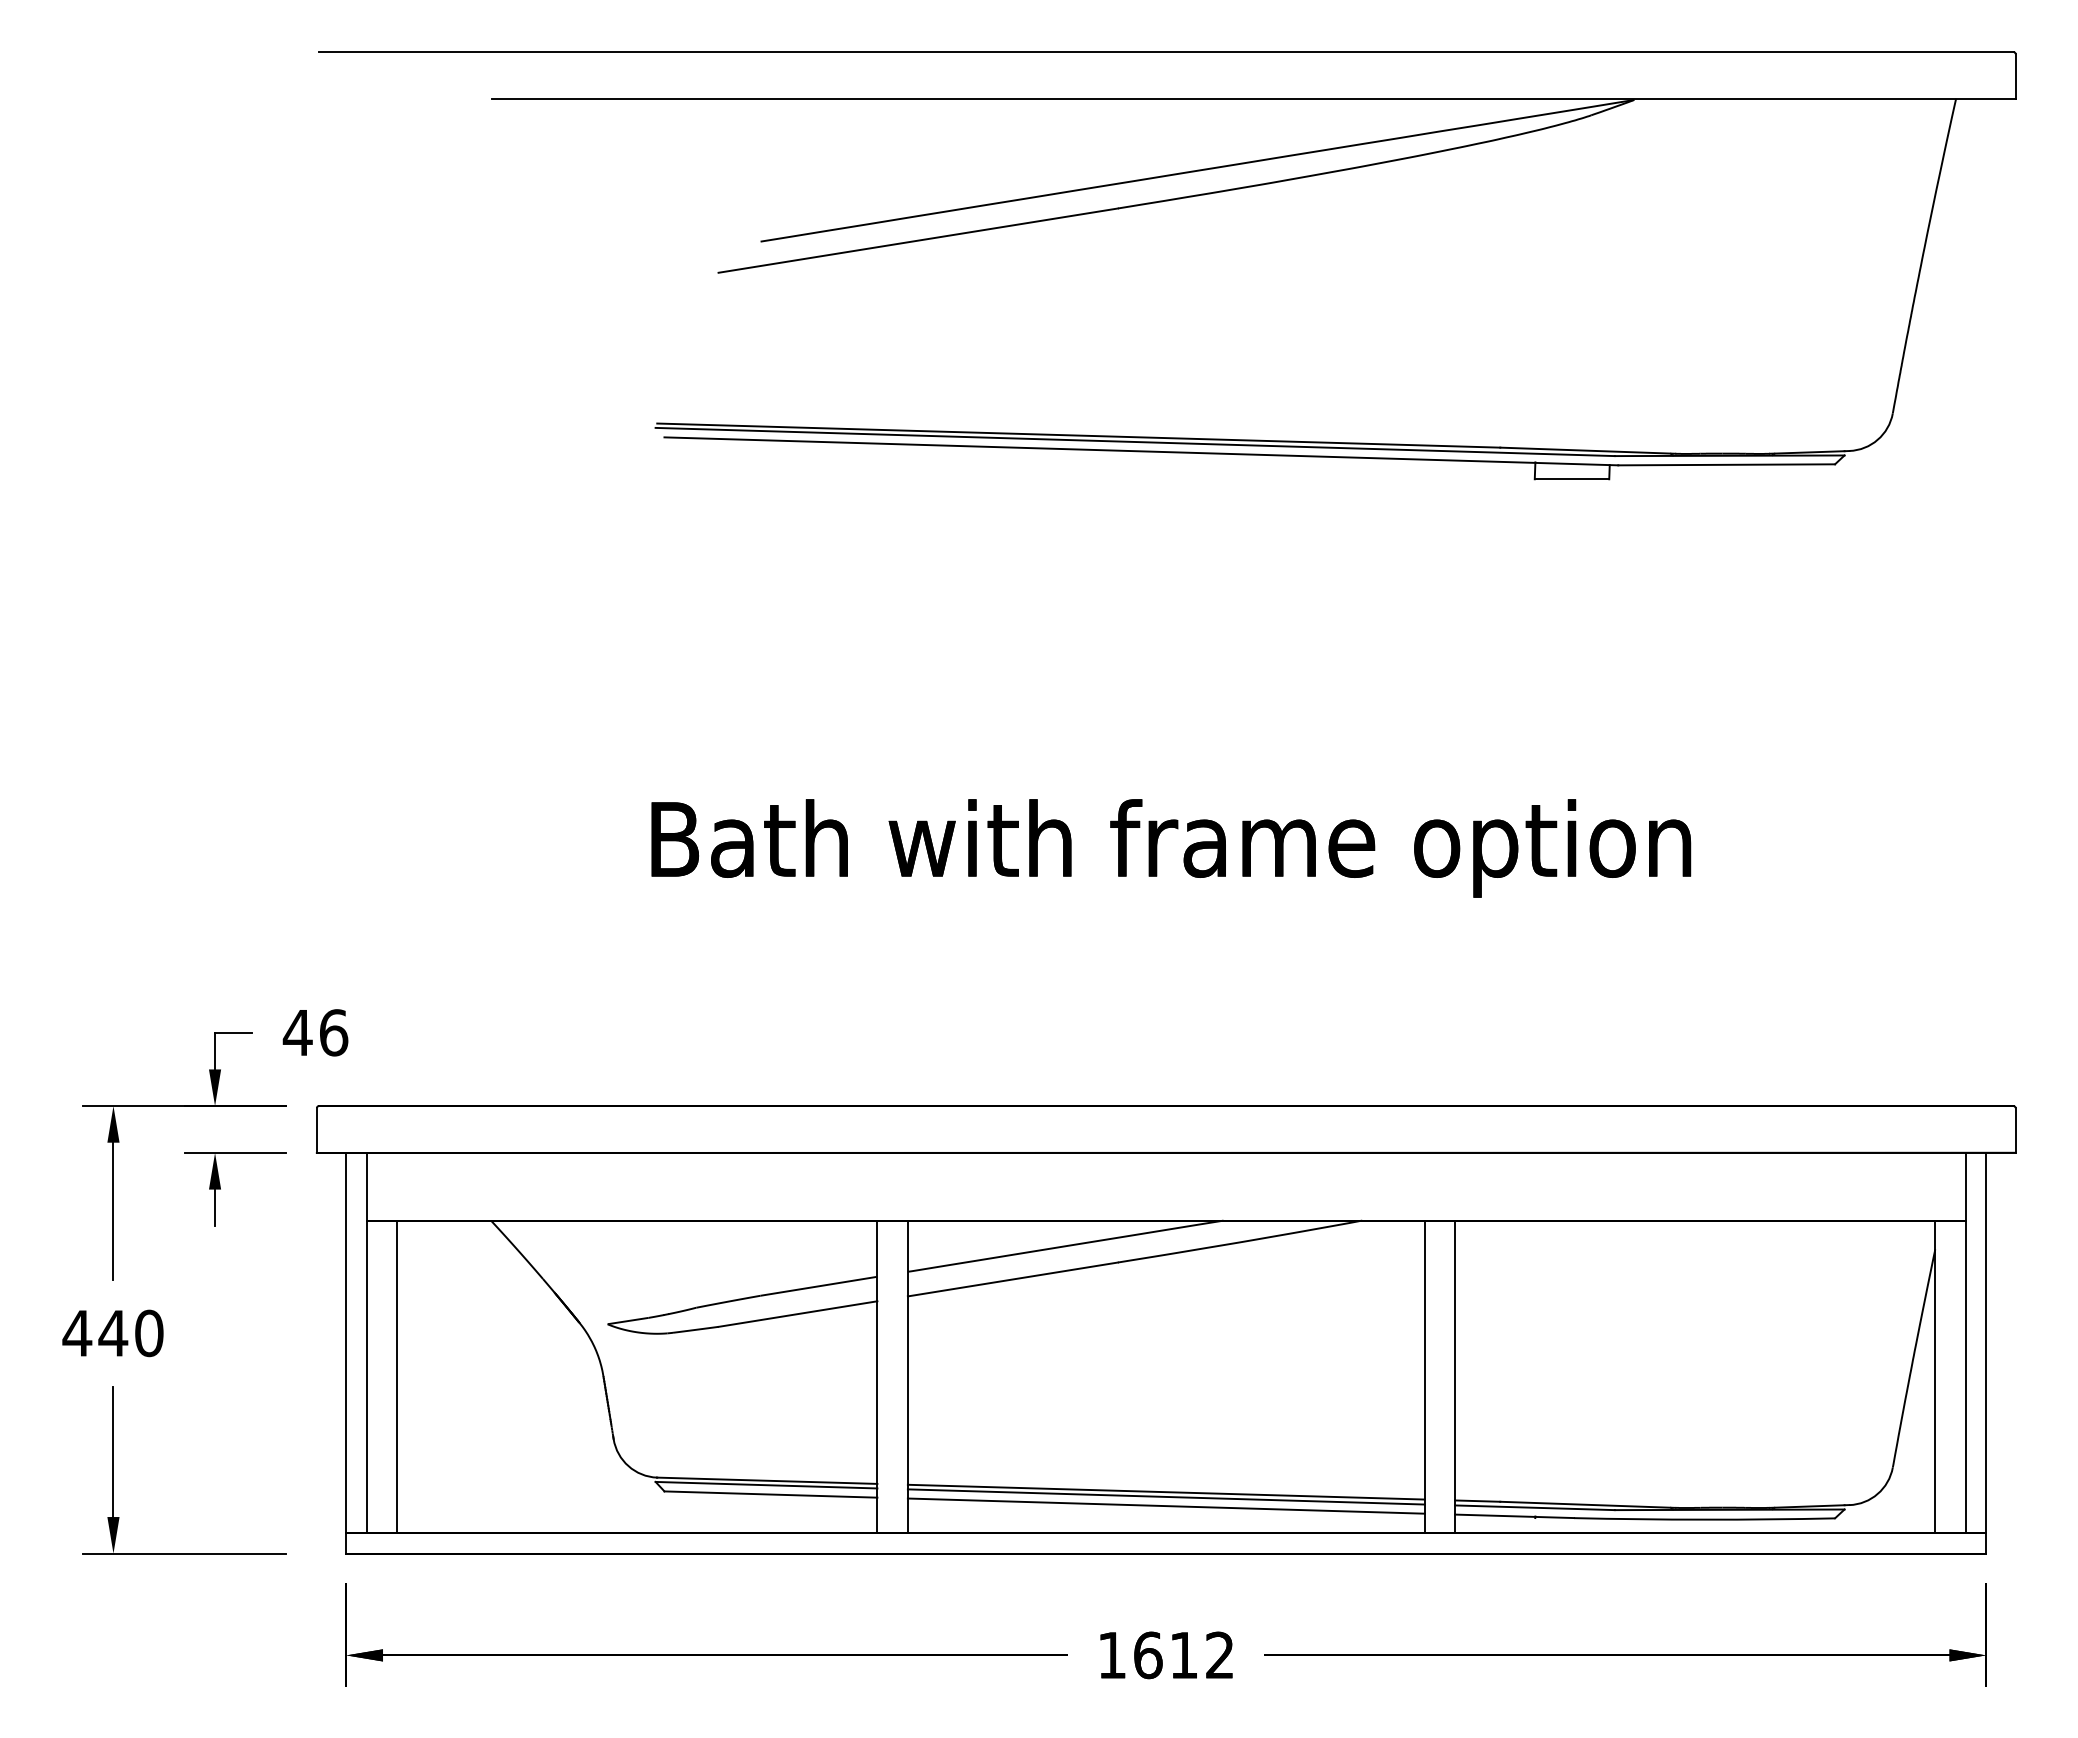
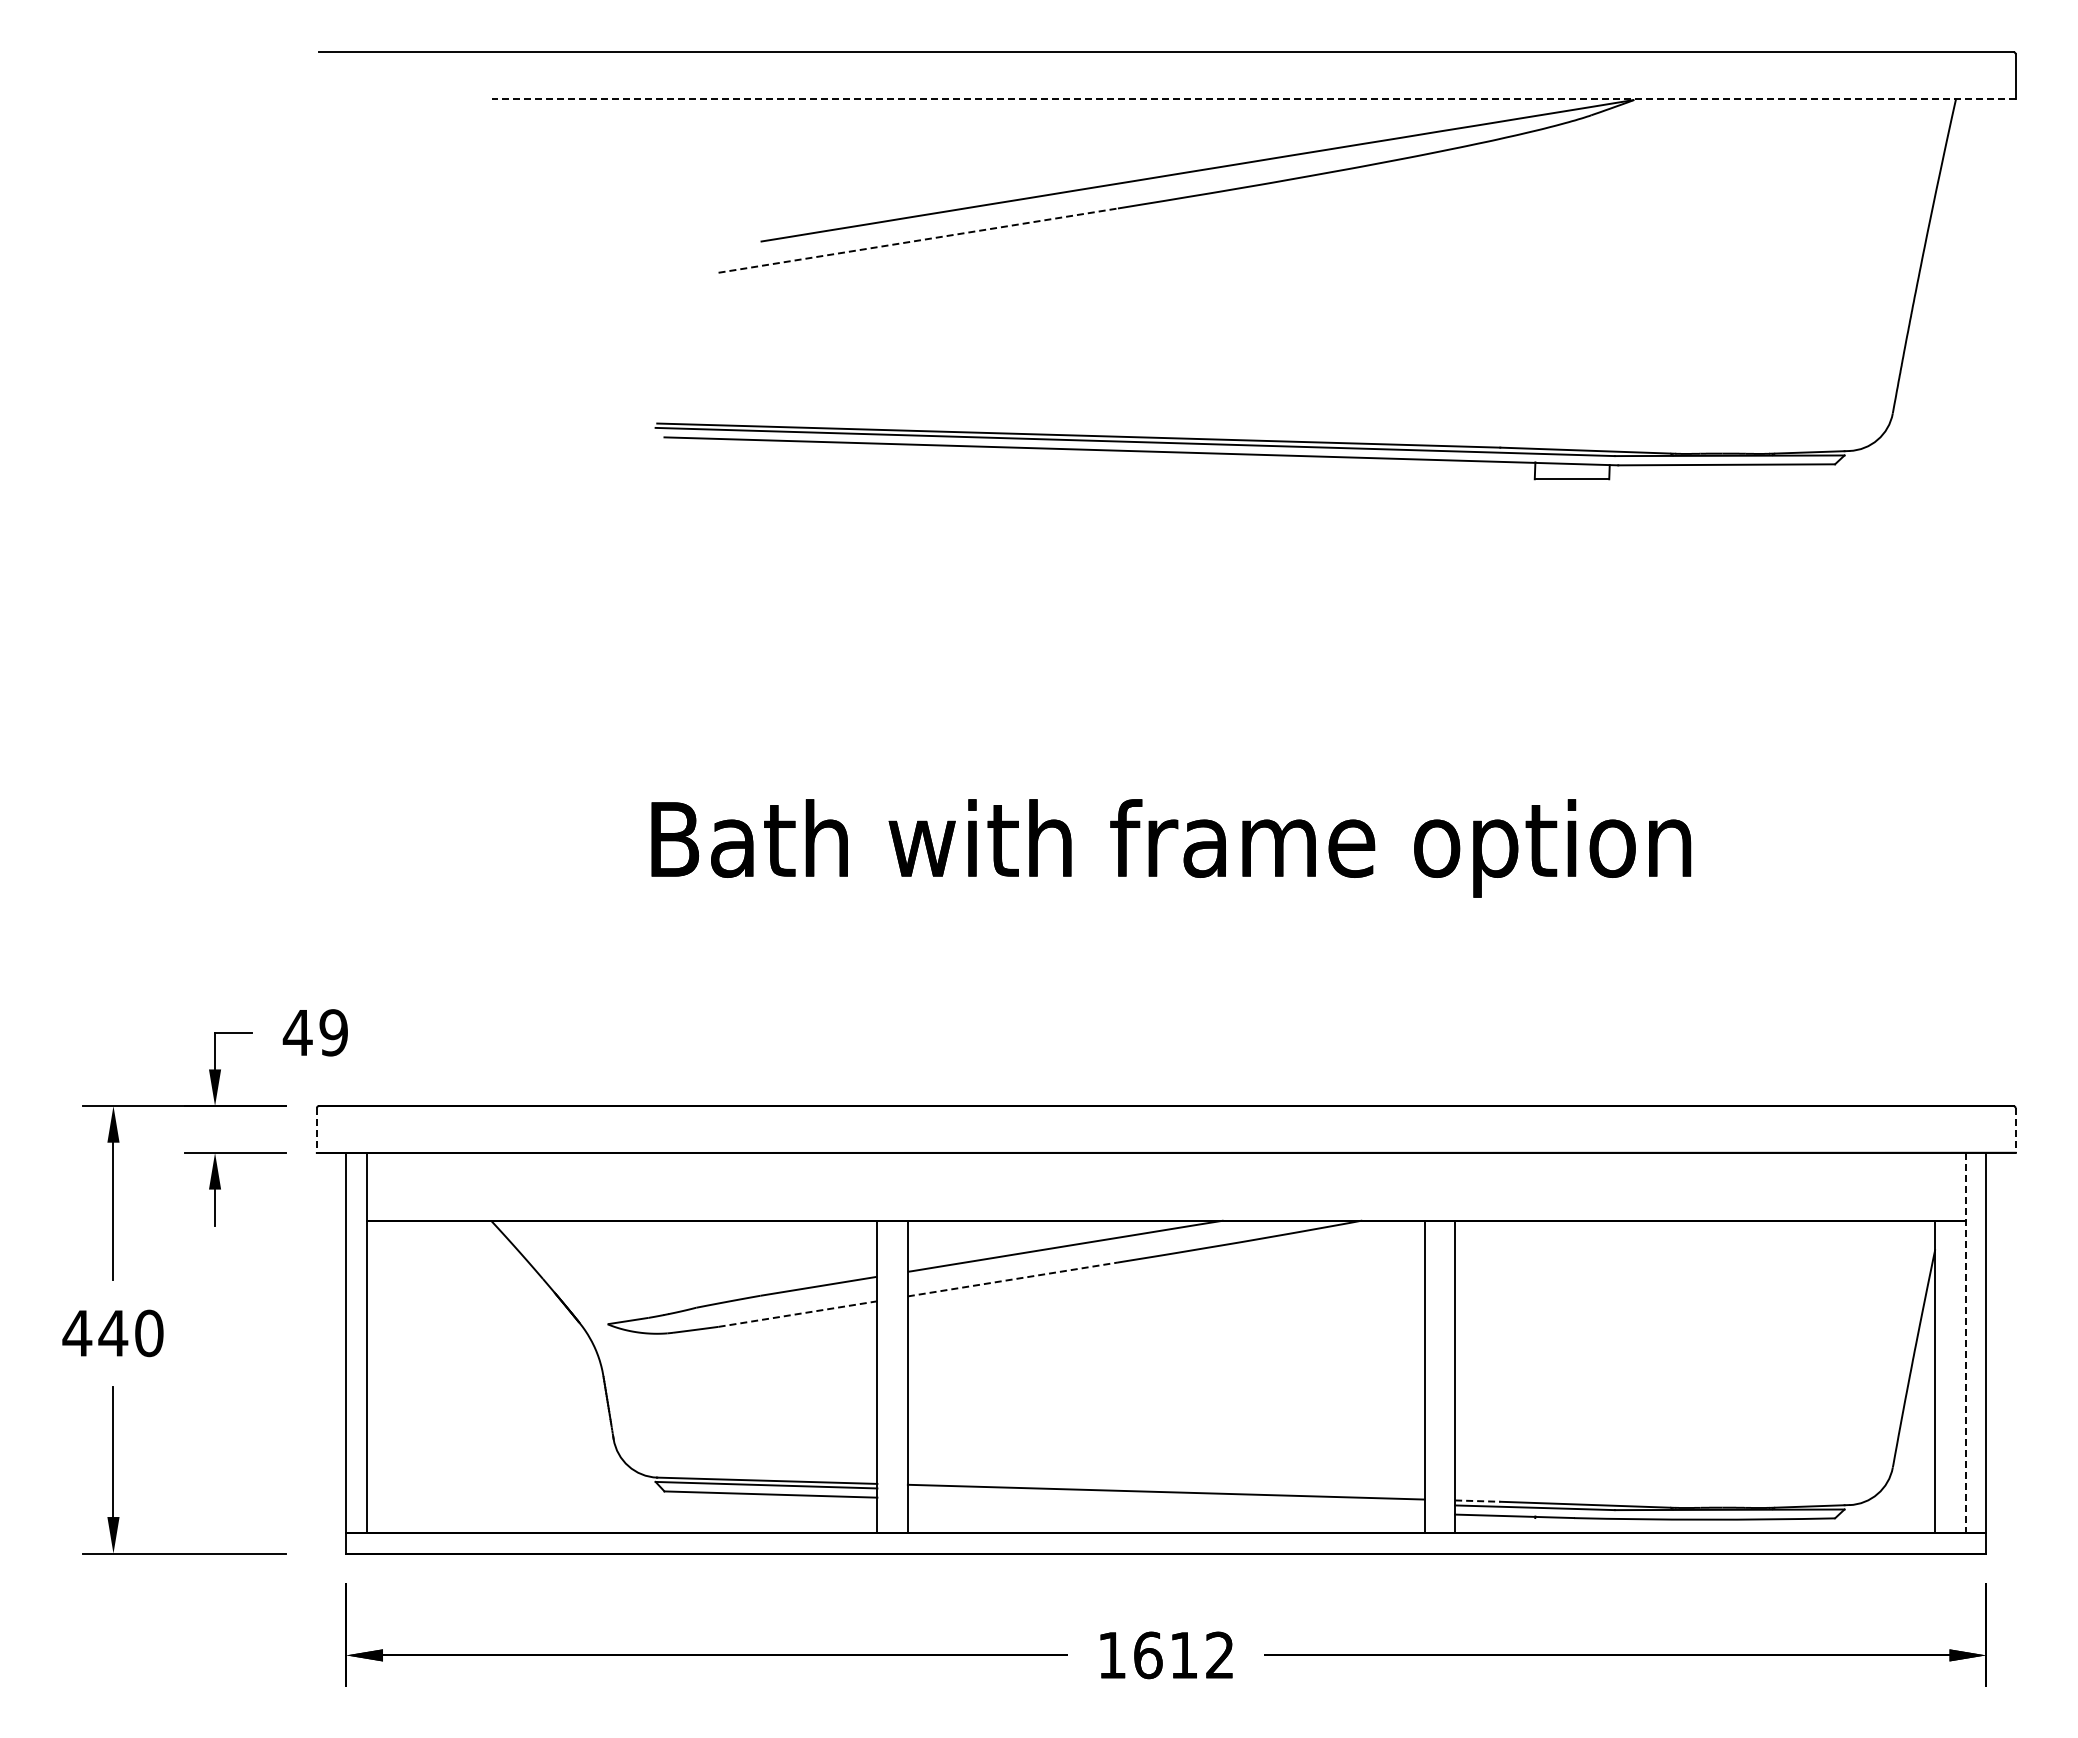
line at (1253, 98): solid -> dashed
line at (918, 240): solid -> dashed
text at (333, 1032): 46 -> 49
line at (316, 1131): solid -> dashed
line at (2015, 1131): solid -> dashed
line at (1013, 1279): solid -> dashed
line at (798, 1314): solid -> dashed
line at (1965, 1343): solid -> dashed
line at (397, 1376): present -> none
line at (1165, 1496): present -> none
line at (1477, 1501): solid -> dashed
line at (1165, 1505): present -> none
